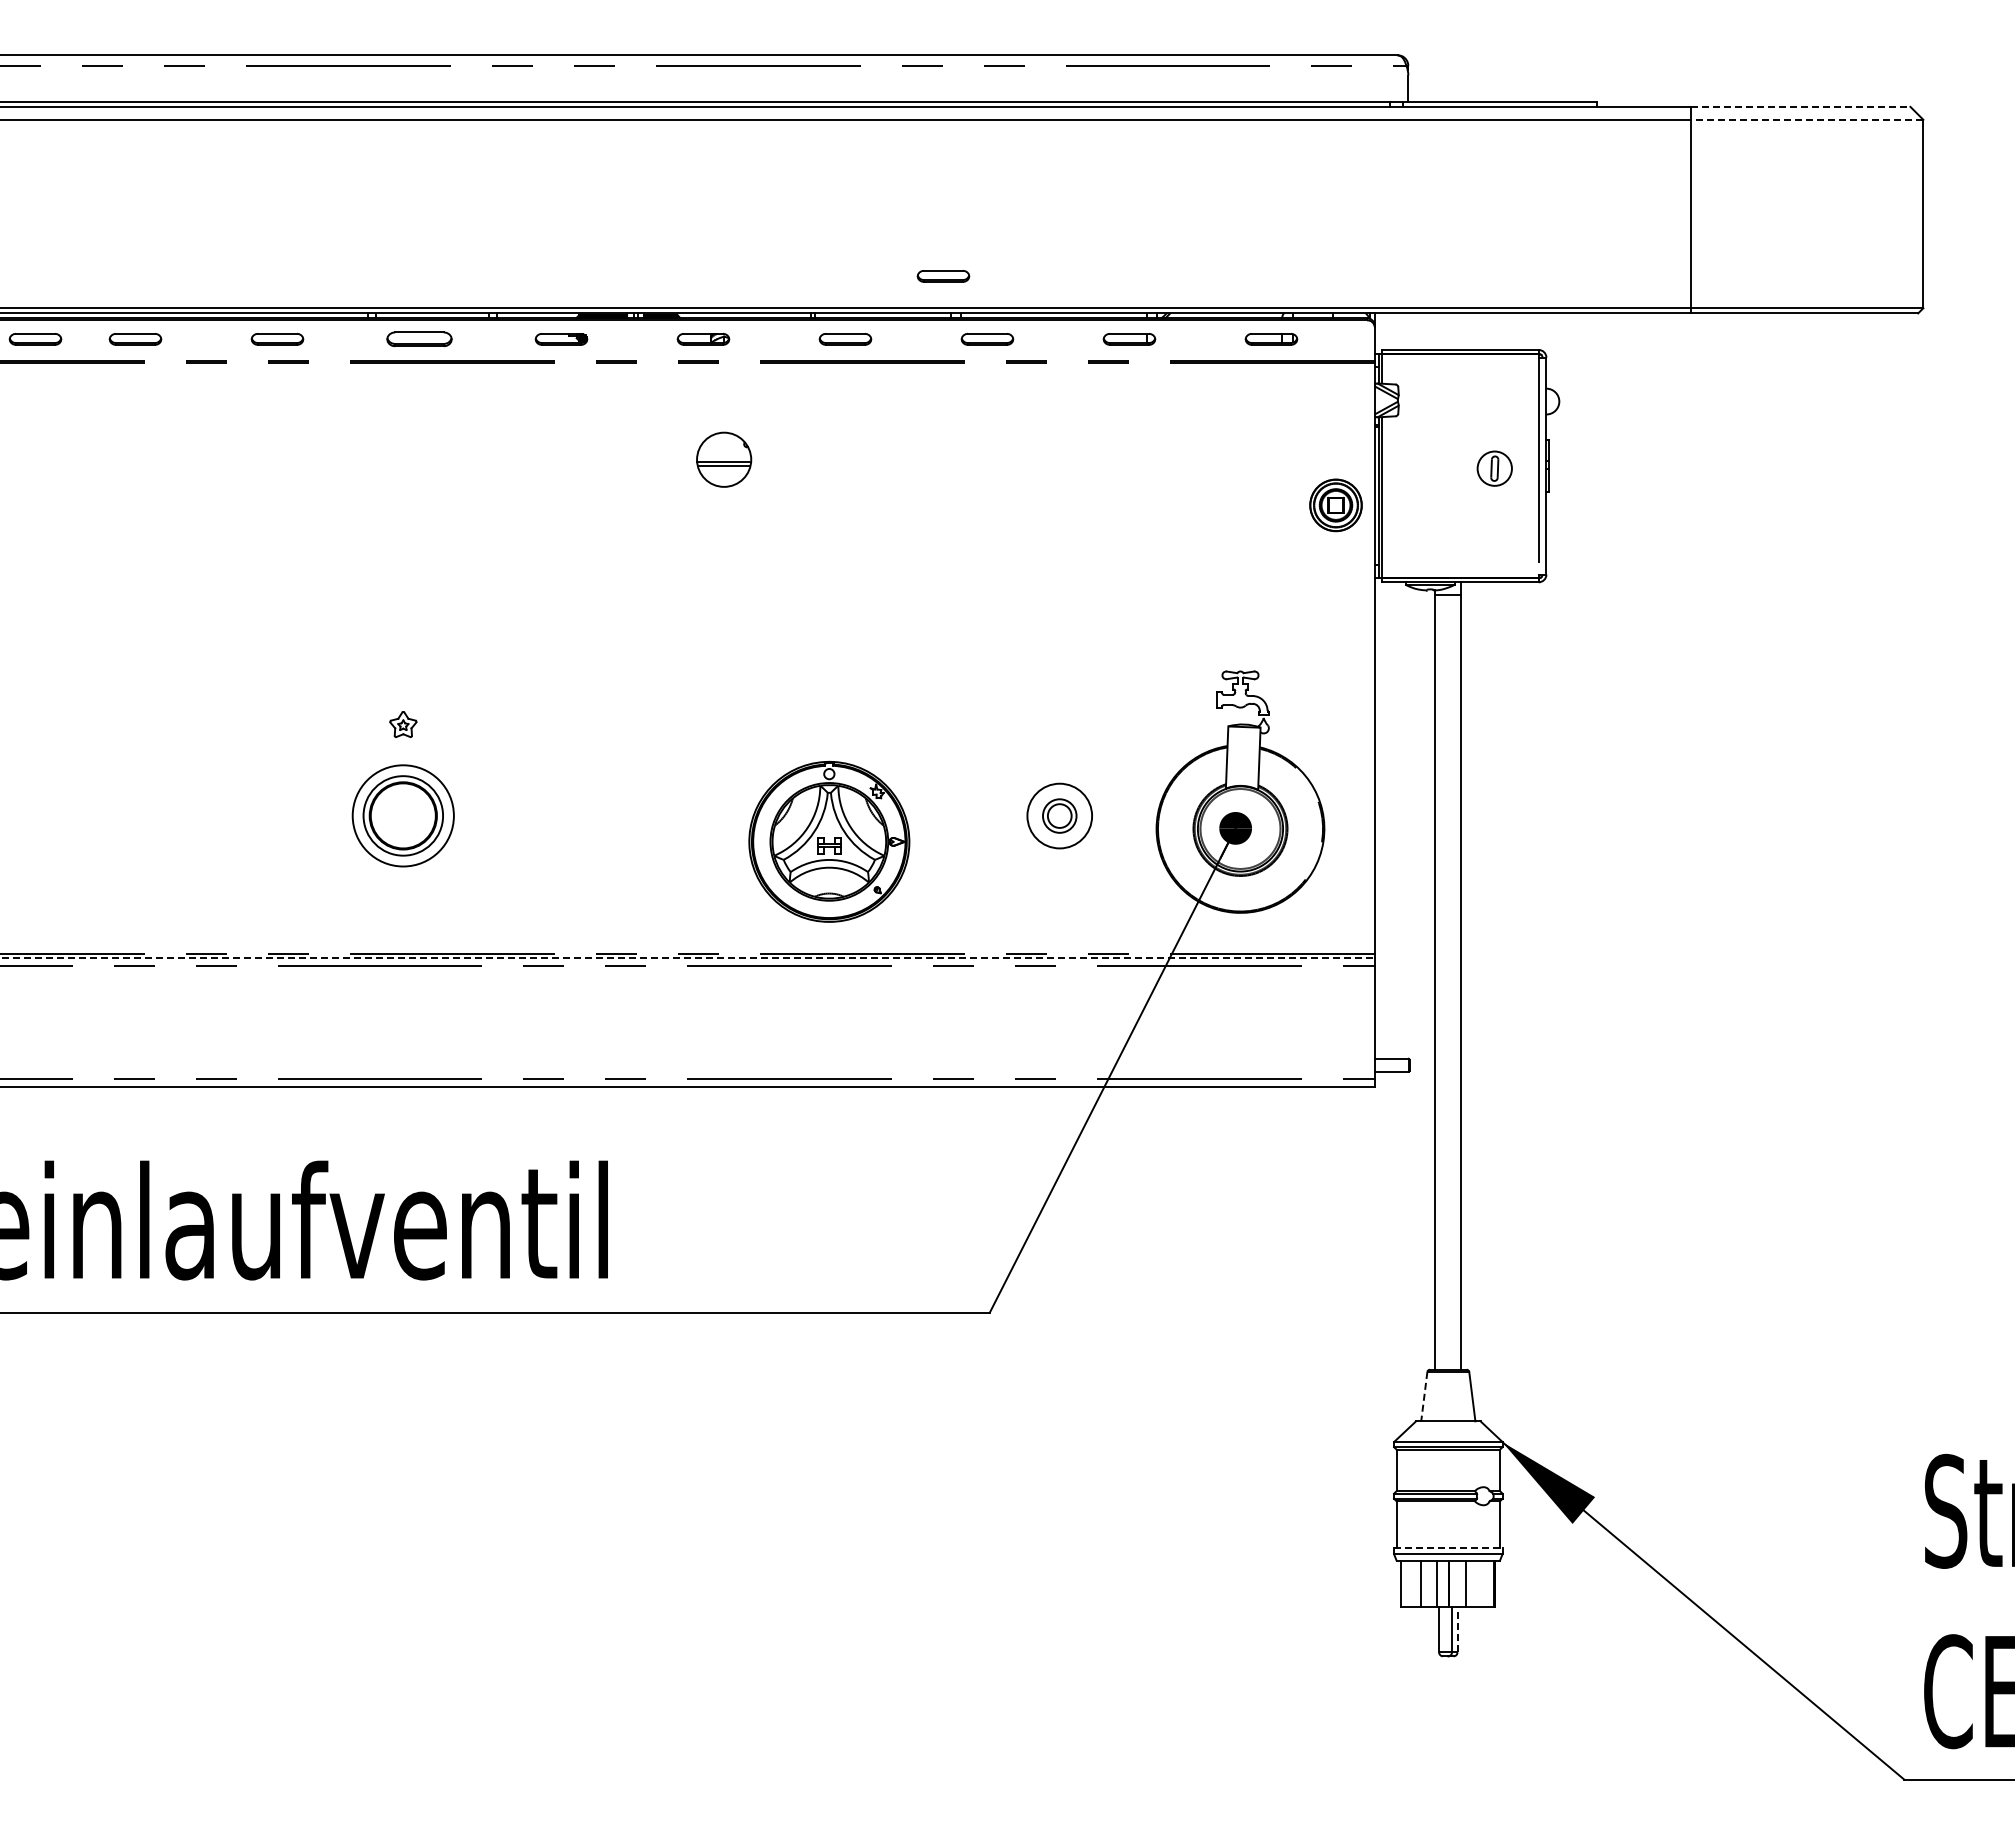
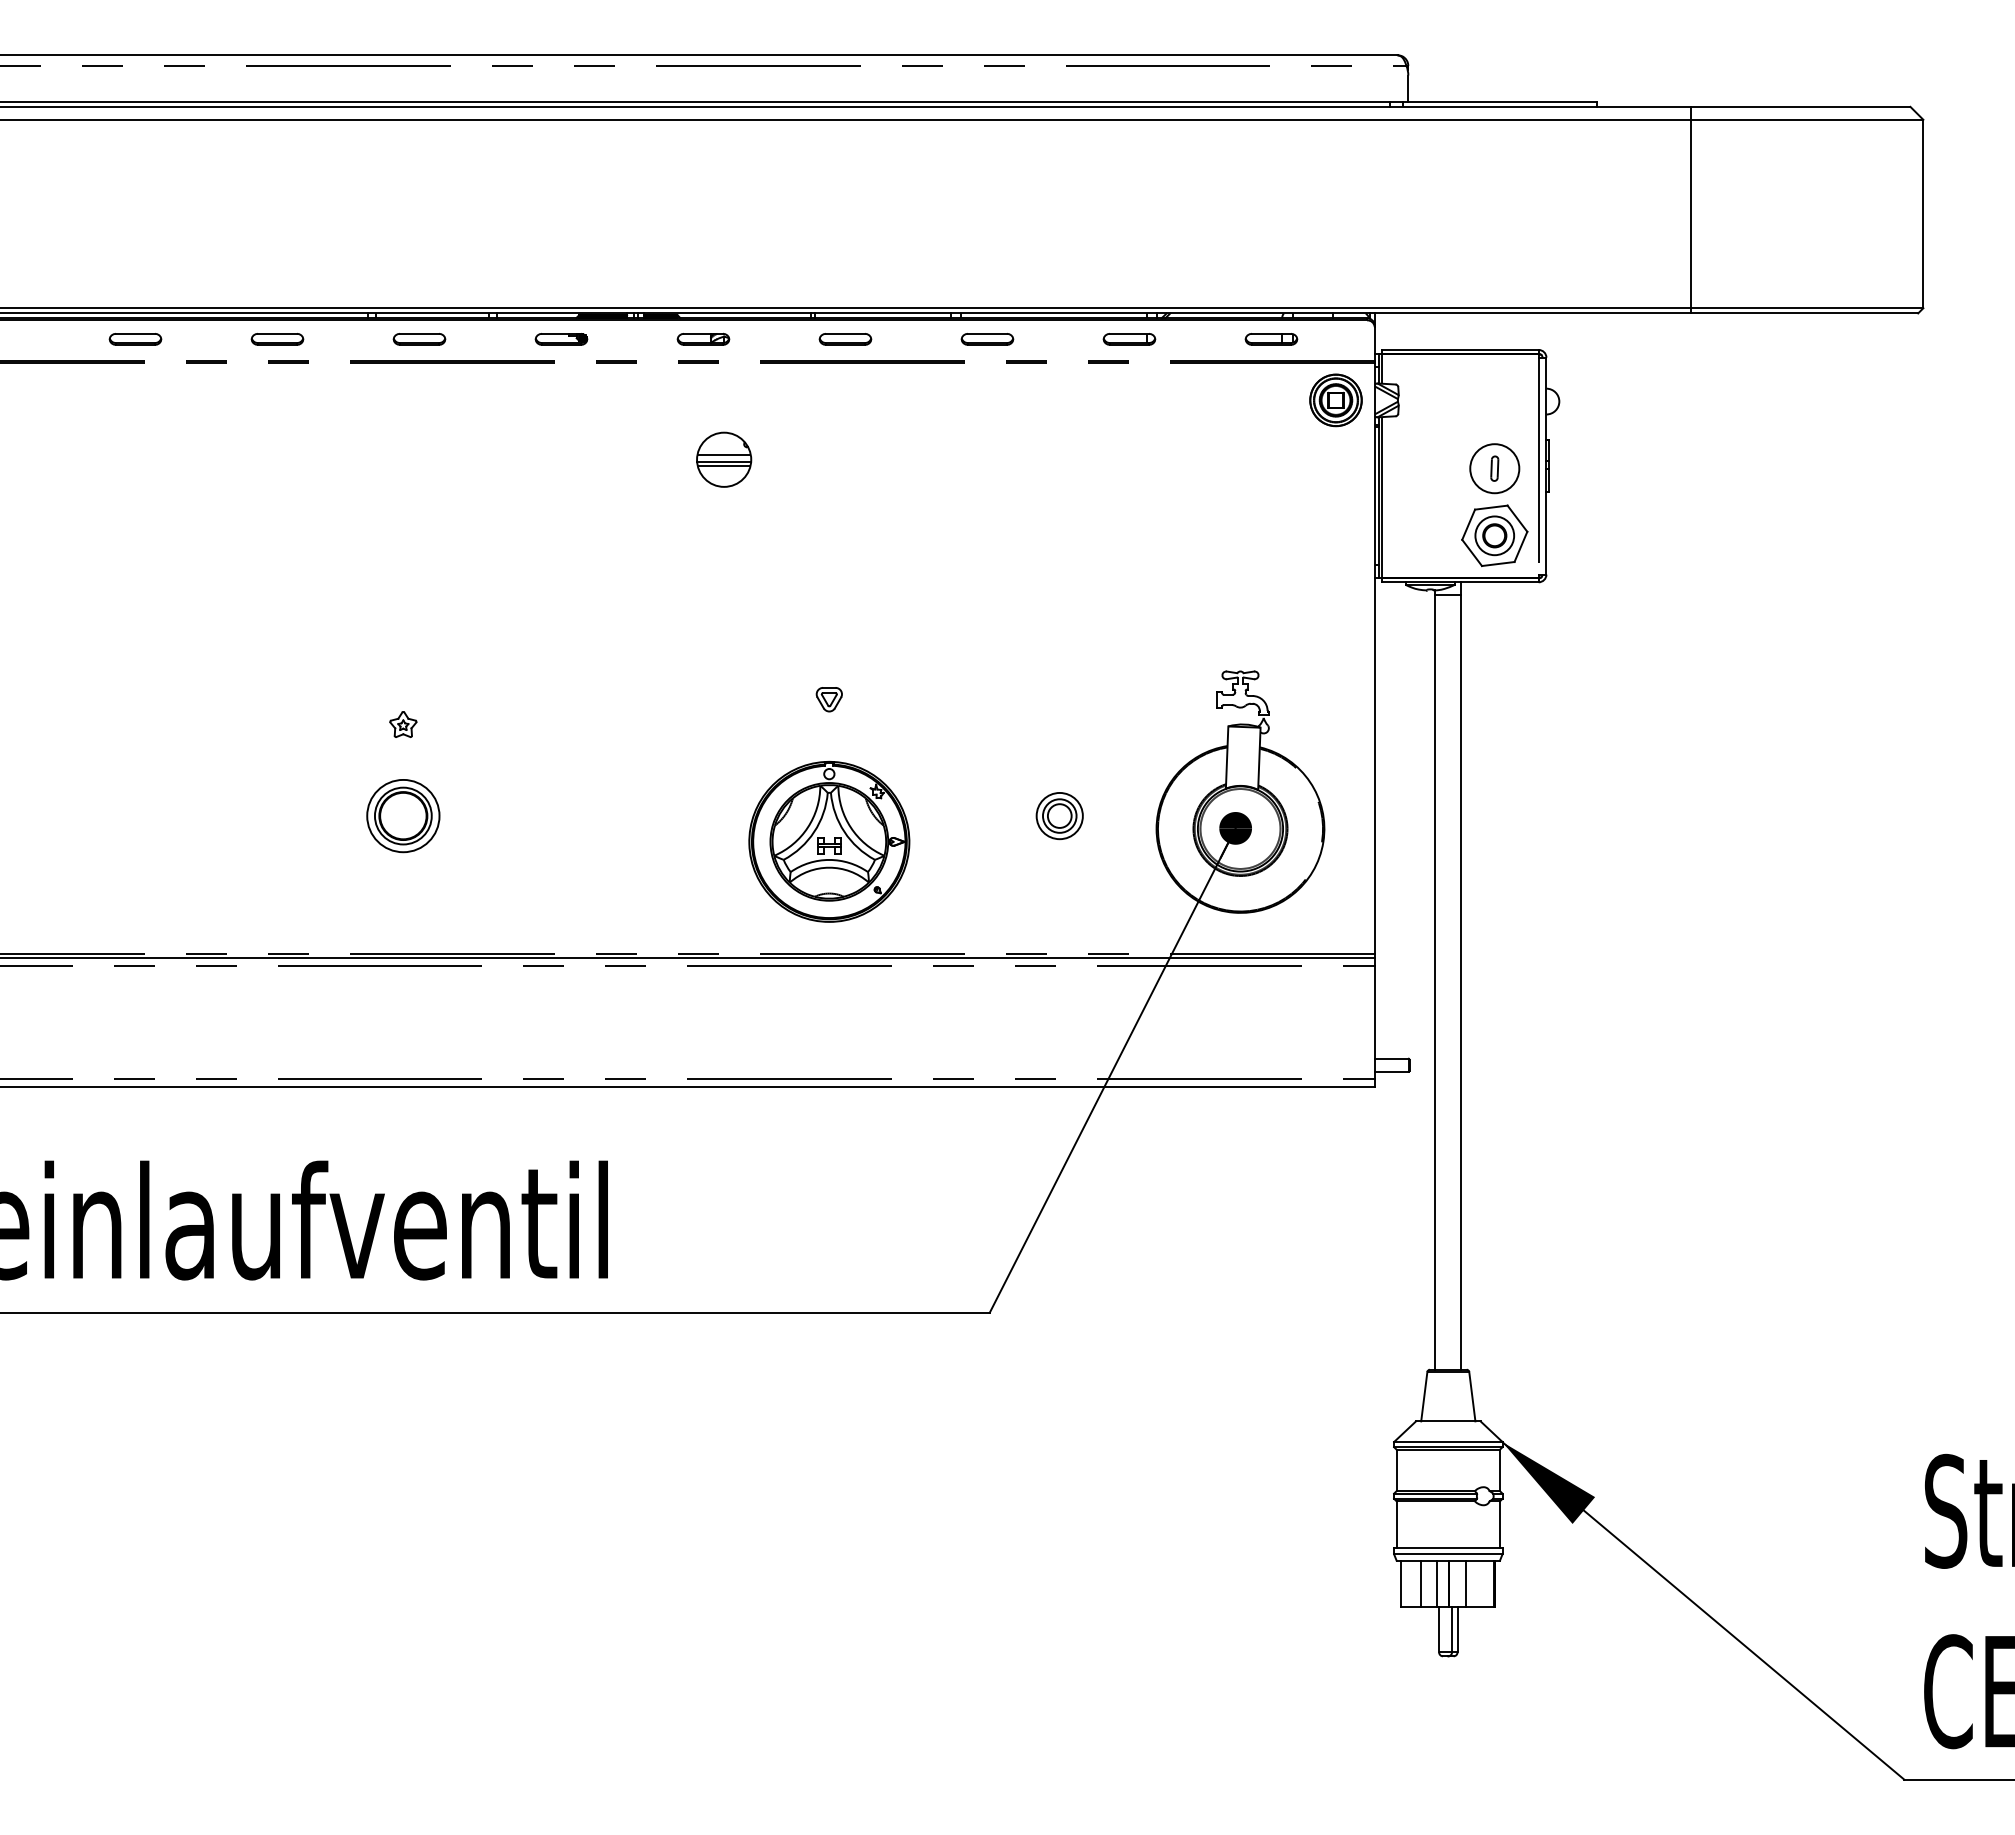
line at (1800, 106): dashed -> solid
line at (1806, 119): dashed -> solid
part at (943, 276): present -> none
part at (35, 339): present -> none
part at (419, 339) size: 67x17 px -> 55x13 px
line at (723, 454): none -> present
circle at (1494, 468) diameter: 34 px -> 49 px
part at (1335, 505) position: (1335, 505) -> (1335, 400)
part at (1494, 535): none -> present
part at (828, 699): none -> present
part at (402, 815) size: 104x104 px -> 75x75 px
circle at (1059, 815) diameter: 65 px -> 46 px
line at (687, 958): dashed -> solid
line at (1424, 1396): dashed -> solid
line at (1448, 1547): dashed -> solid
line at (1457, 1629): dashed -> solid
